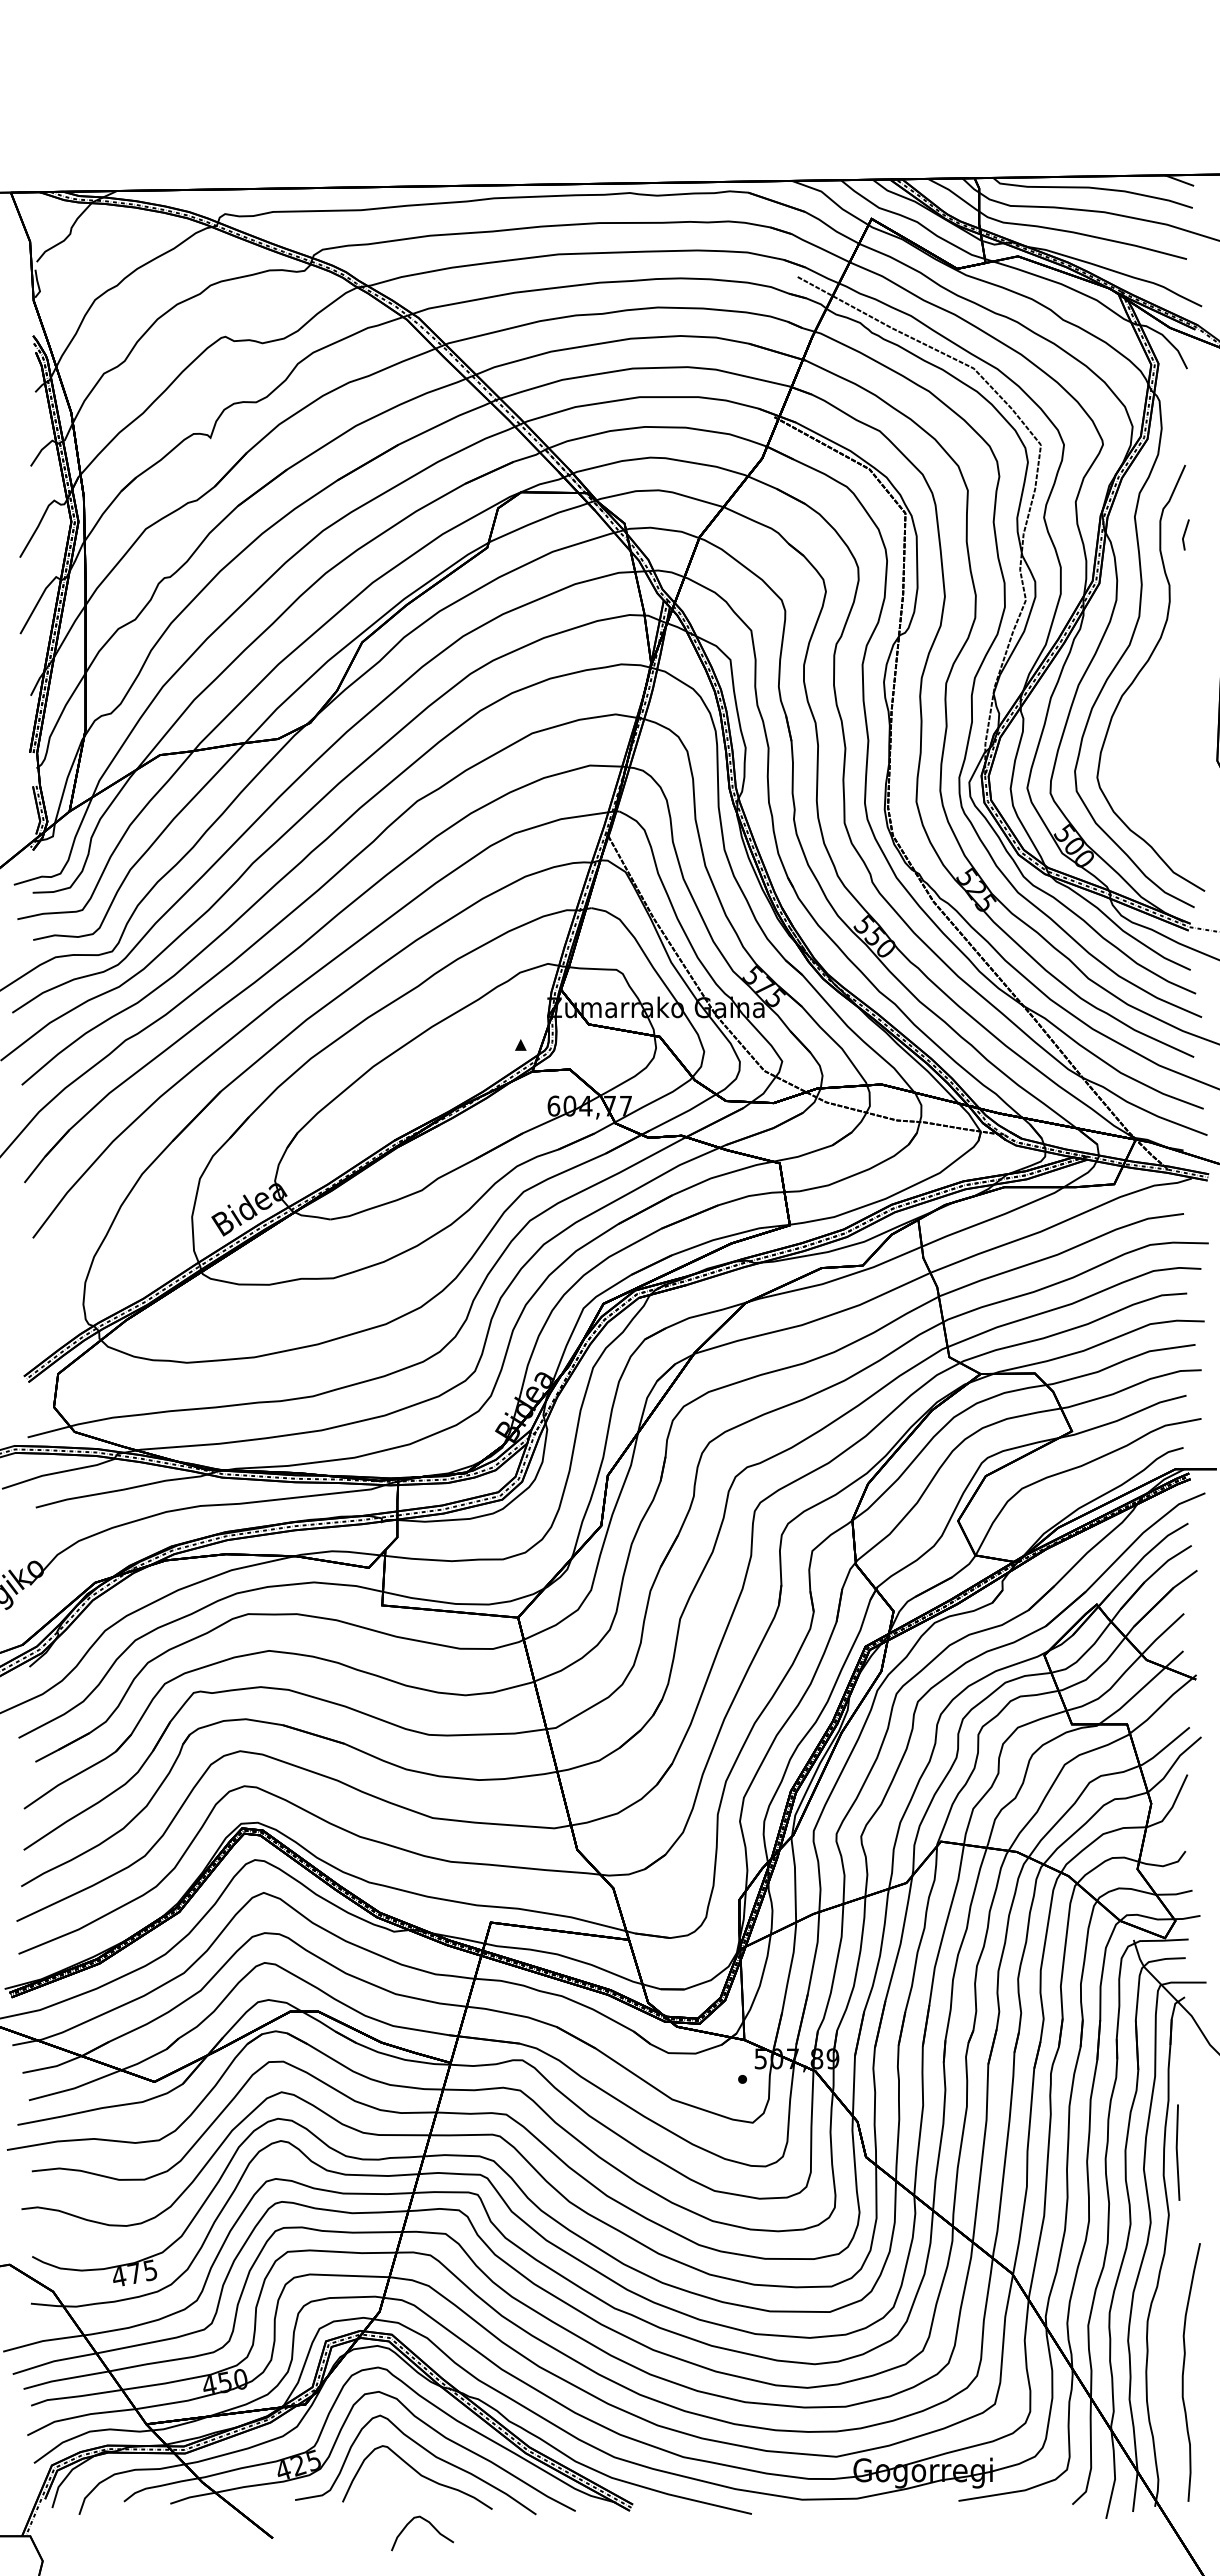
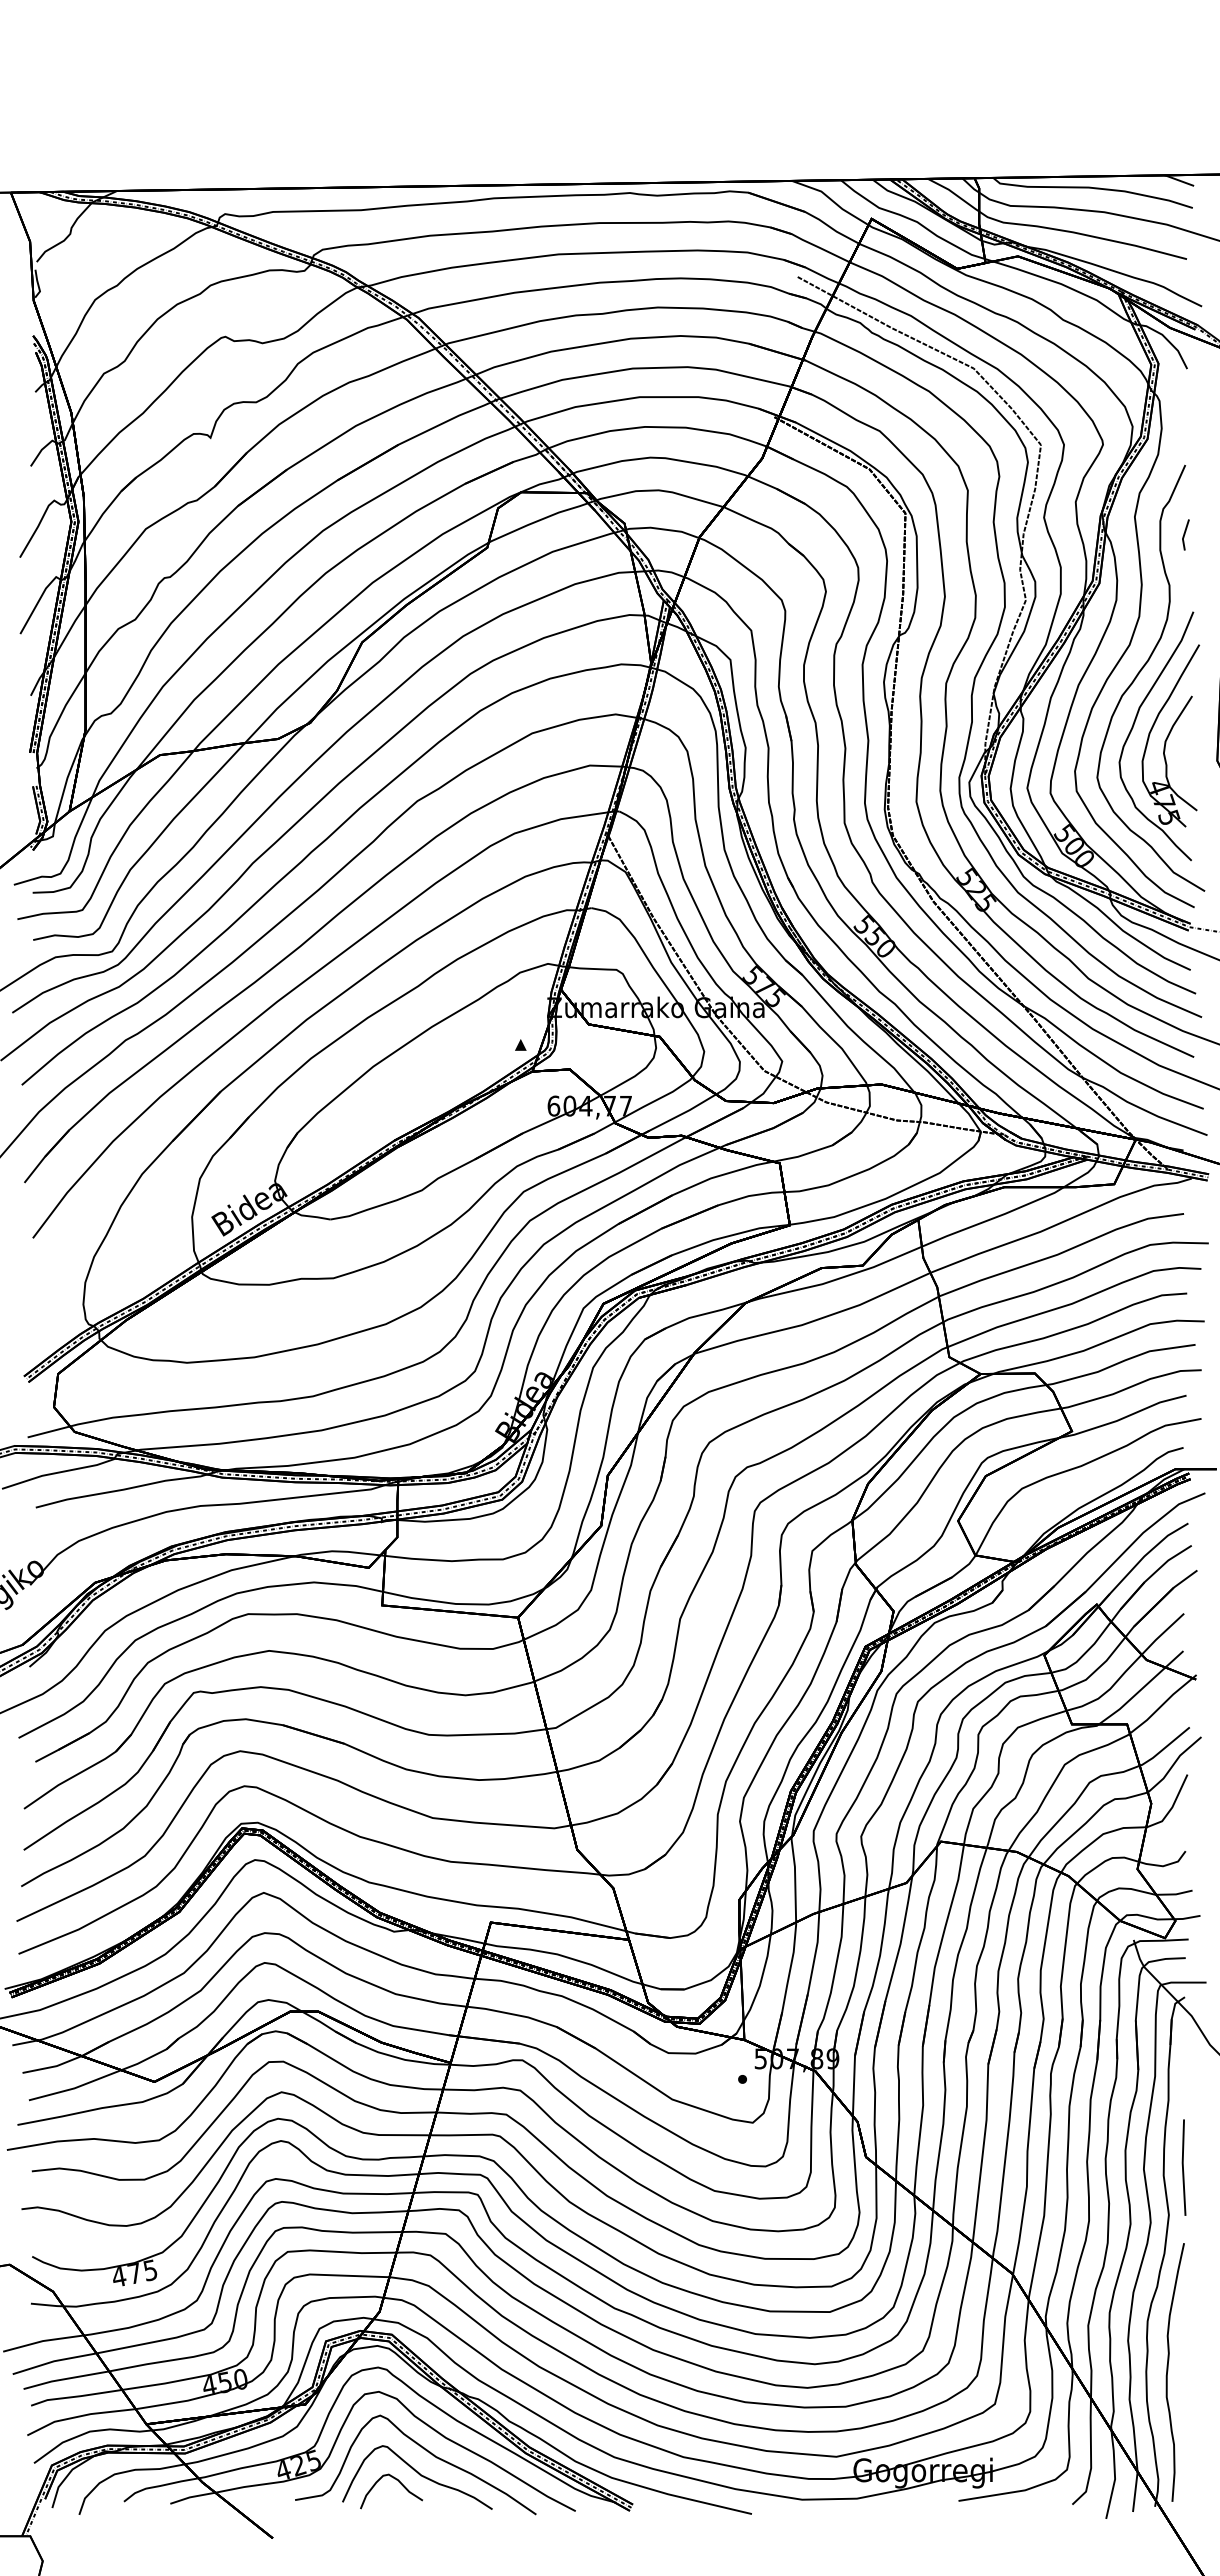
part at (1165, 739): none -> present
line at (1177, 2152) position: (1177, 2152) -> (1183, 2167)
curve at (1184, 2371) position: (1184, 2371) -> (1168, 2371)
curve at (431, 2526) position: (431, 2526) -> (400, 2484)
